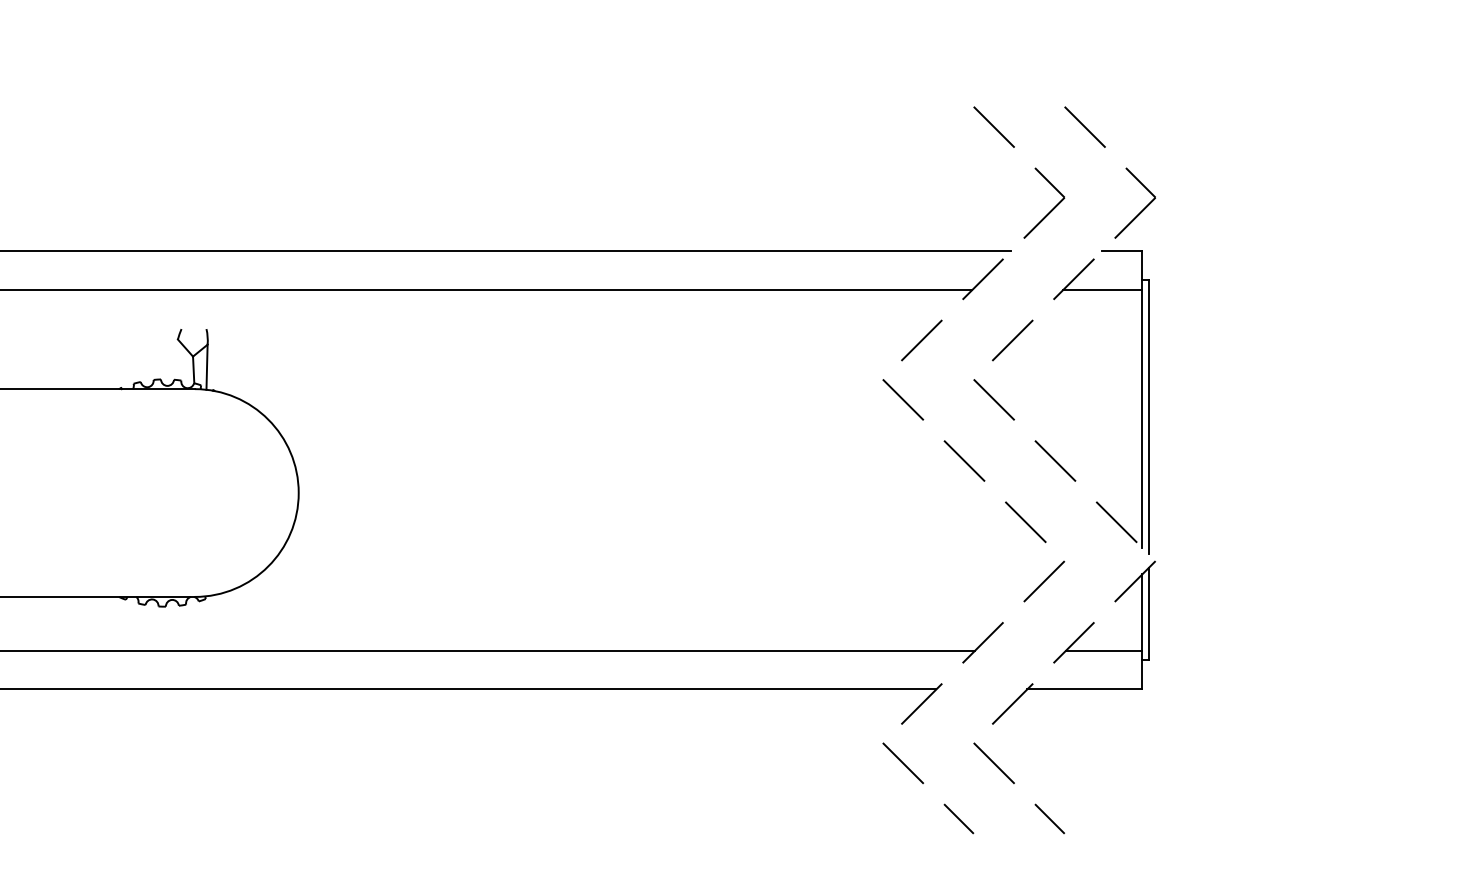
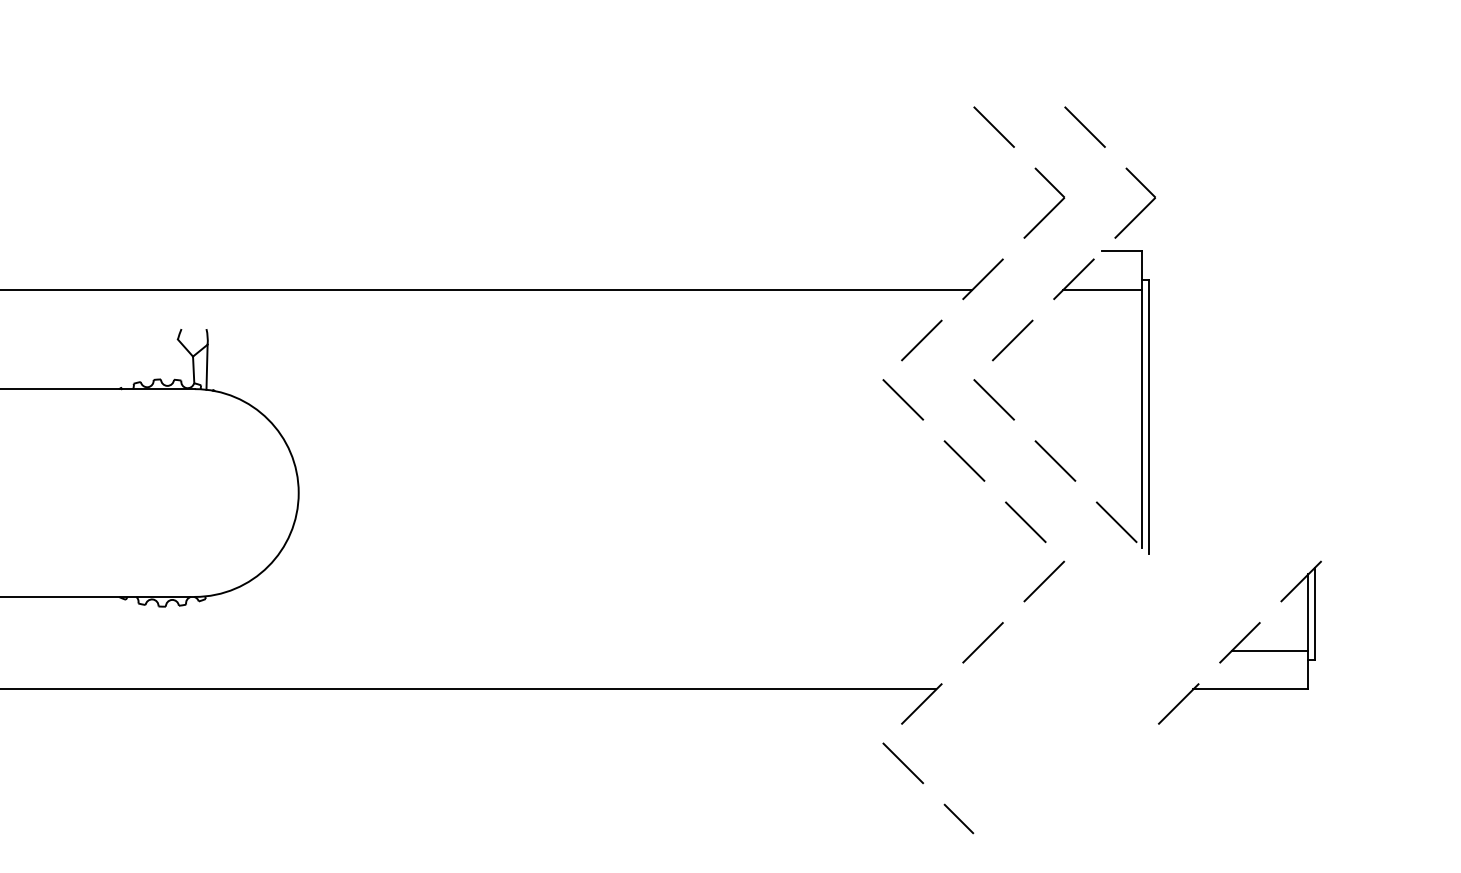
line at (506, 251): present -> none
part at (1073, 642) position: (1073, 642) -> (1239, 642)
line at (488, 650): present -> none
line at (1014, 783): present -> none
